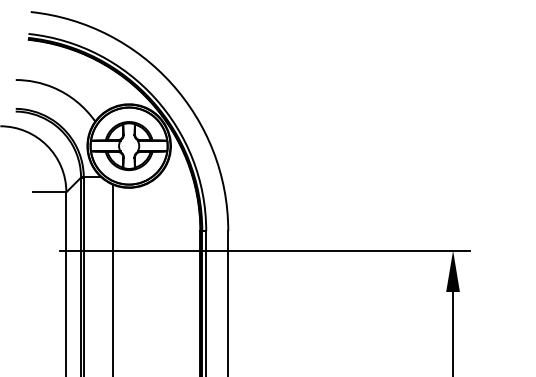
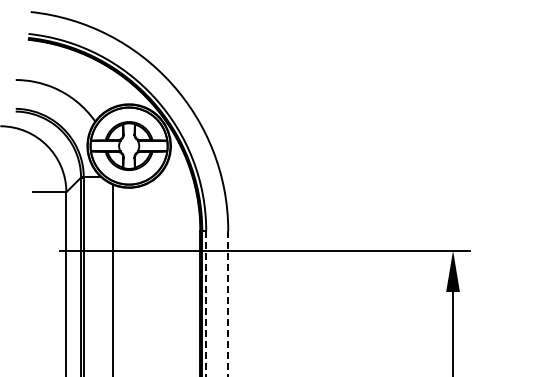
line at (206, 304): solid -> dashed
line at (228, 304): solid -> dashed
